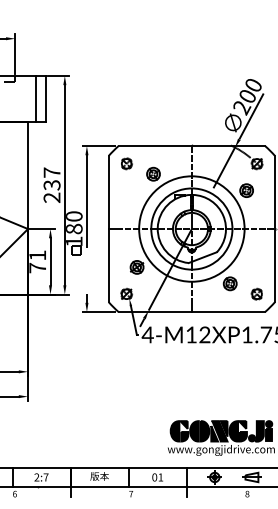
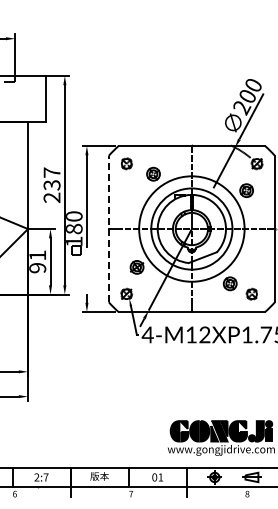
line at (35, 98): present -> none
line at (108, 228): solid -> dashed
text at (37, 267): 71 -> 91
part at (256, 293) position: (256, 293) -> (251, 293)
